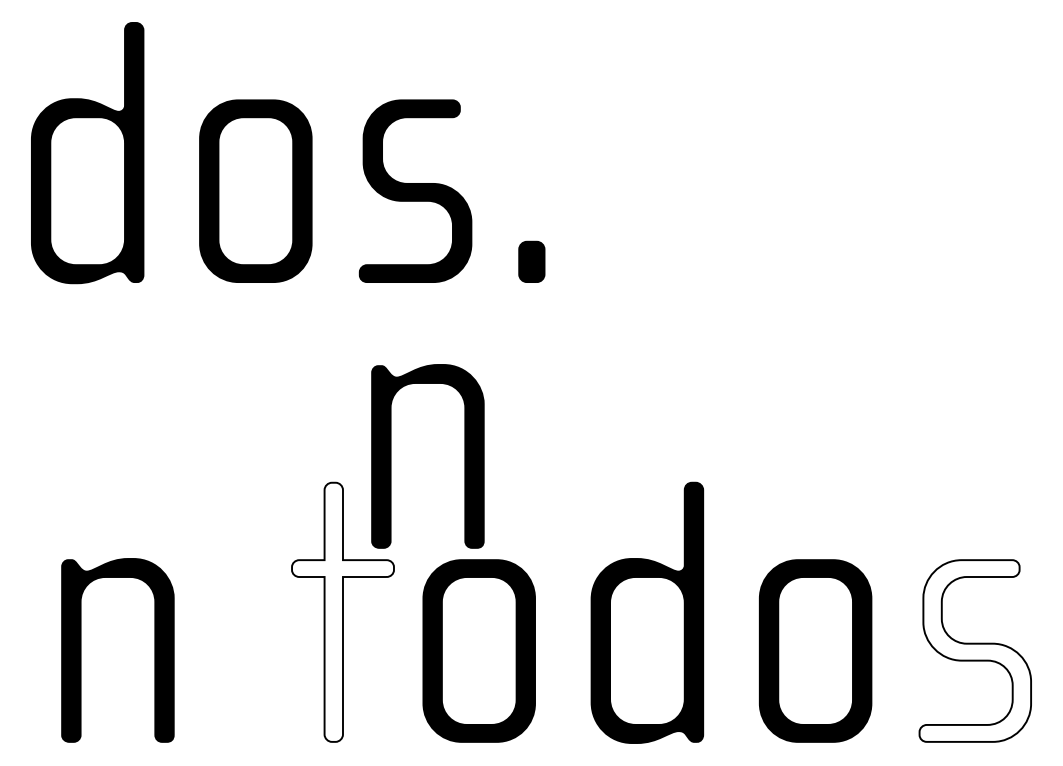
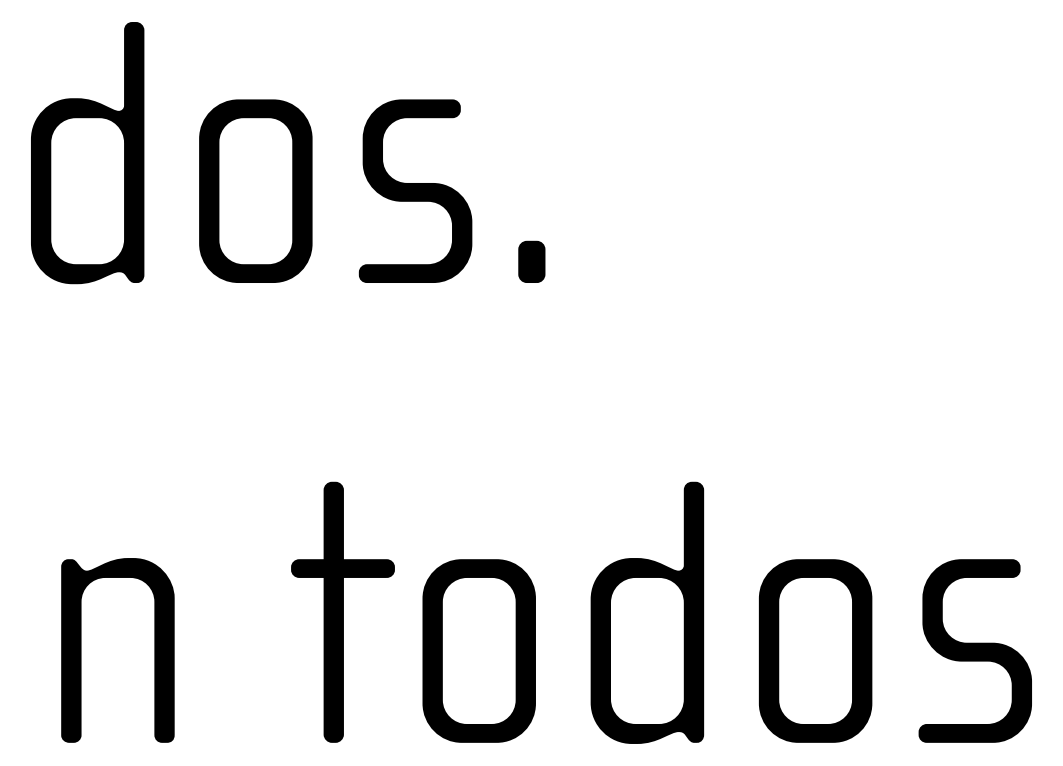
part at (391, 456): present -> none
fill at (342, 611): none -> present
fill at (975, 650): none -> present
